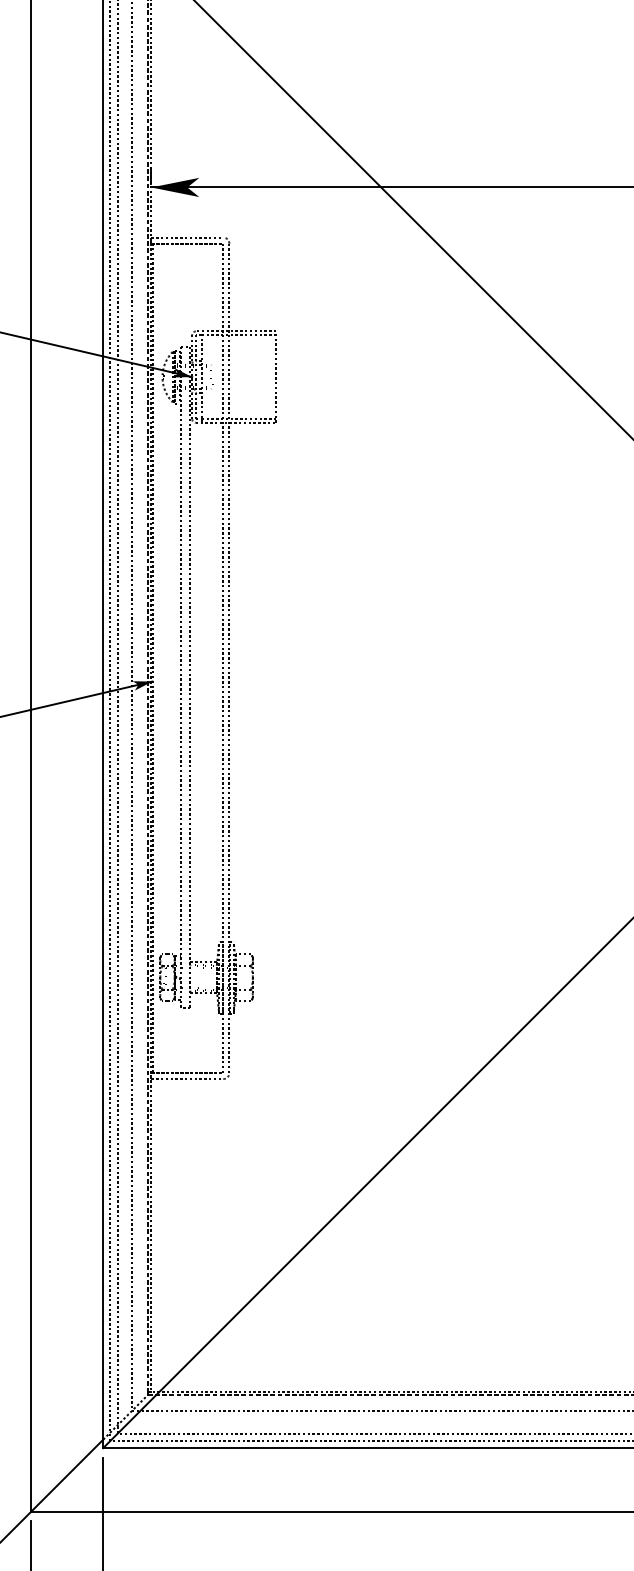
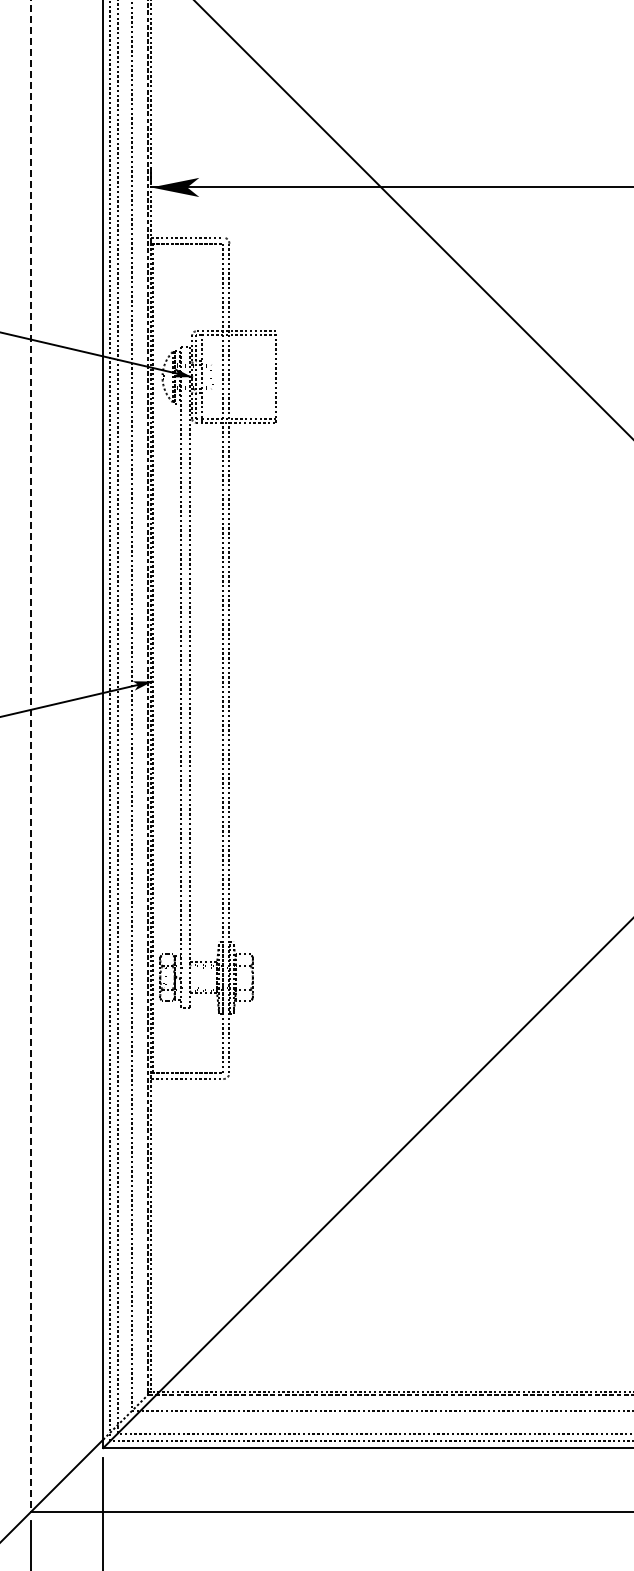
line at (31, 756): solid -> dashed
